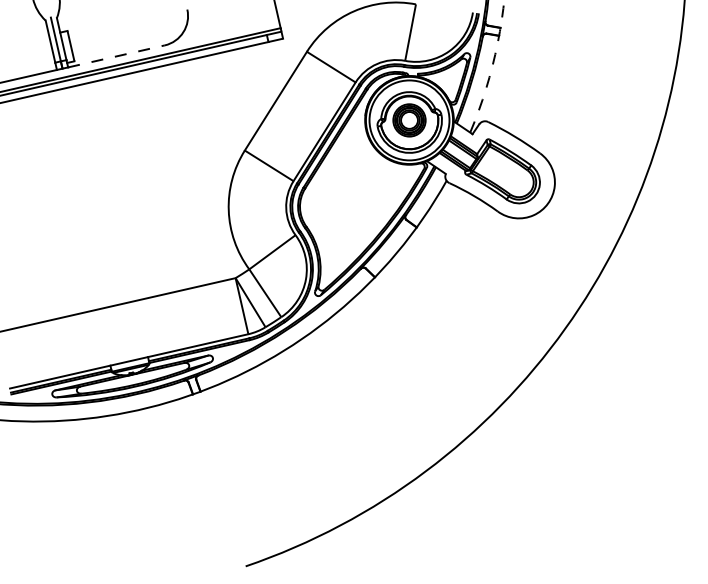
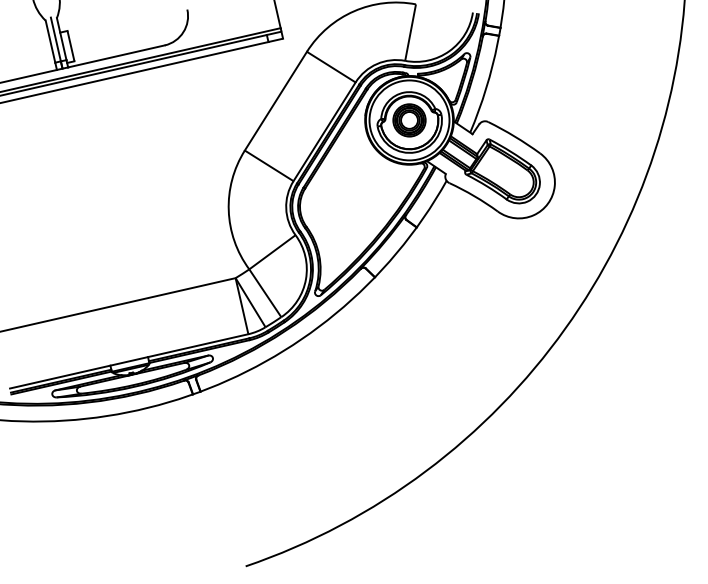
line at (116, 56): dashed -> solid
arc at (492, 66): dashed -> solid
